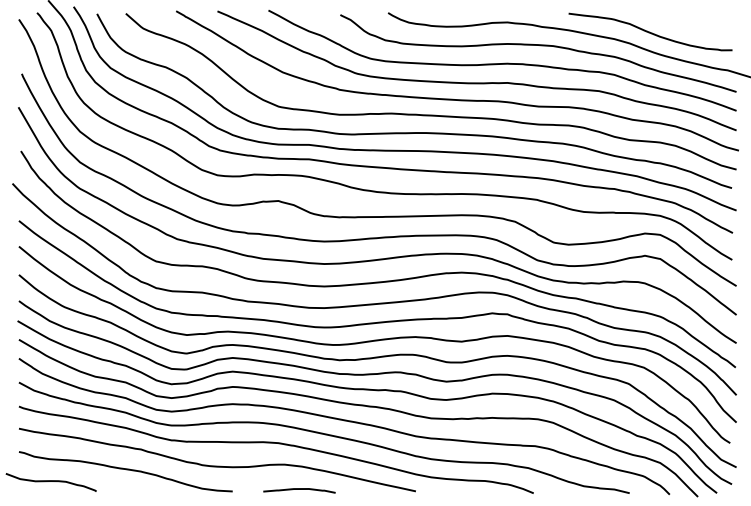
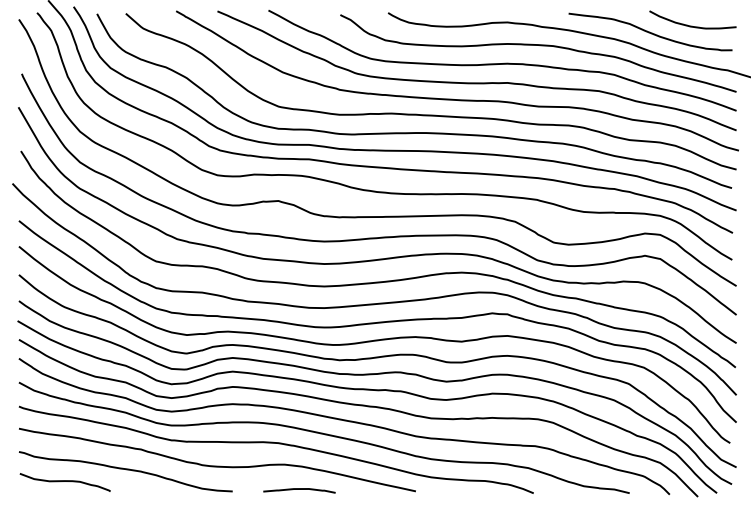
curve at (692, 25): none -> present
curve at (50, 481) position: (50, 481) -> (64, 481)
